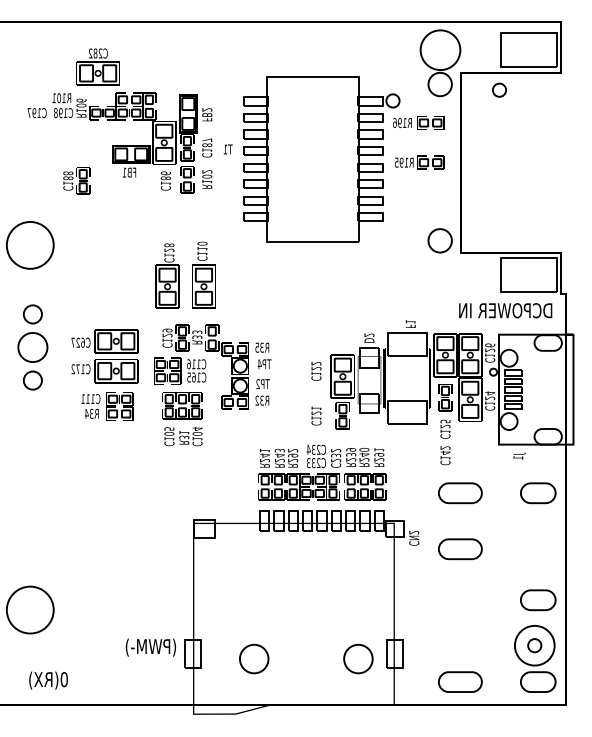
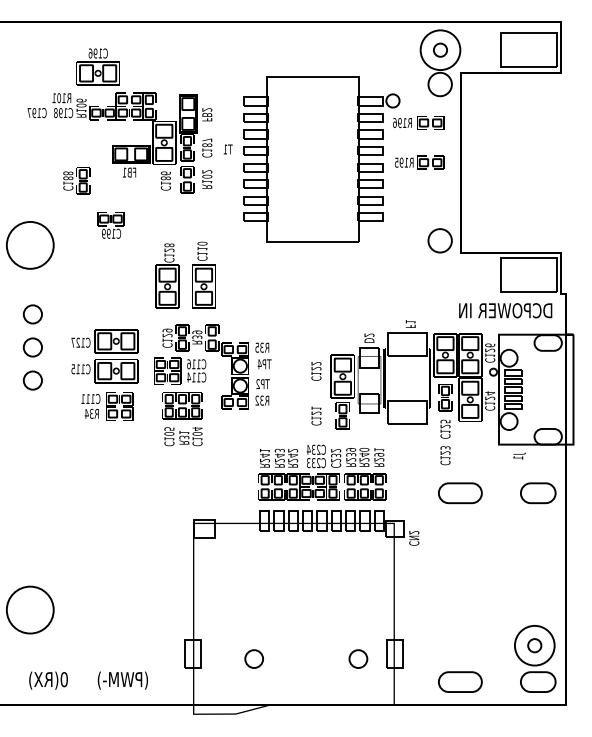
text at (95, 53): C282 -> C196
circle at (499, 89) position: (499, 89) -> (440, 49)
part at (110, 225): none -> present
text at (197, 332): R33 -> R39
text at (82, 342): C627 -> C127
circle at (32, 347) diameter: 29 px -> 18 px
text at (75, 369): C172 -> C115
text at (191, 377): C165 -> C114
text at (445, 450): C142 -> C123
text at (293, 455): R292 -> R242
part at (460, 549): present -> none
part at (538, 600): present -> none
text at (150, 647) position: (150, 647) -> (122, 680)
circle at (253, 658) diameter: 29 px -> 18 px
circle at (358, 658) diameter: 29 px -> 18 px
